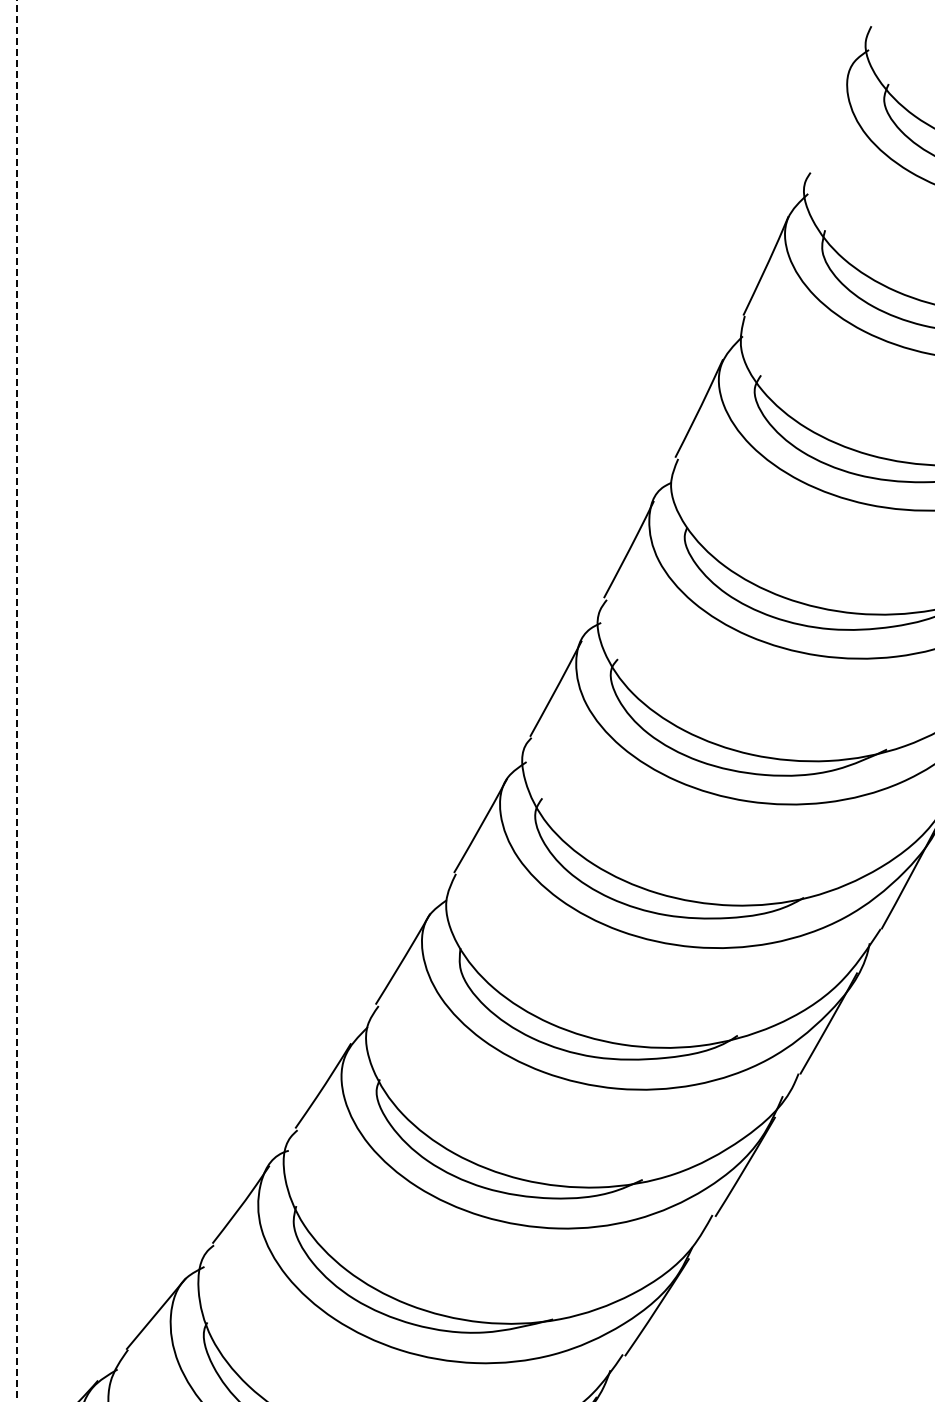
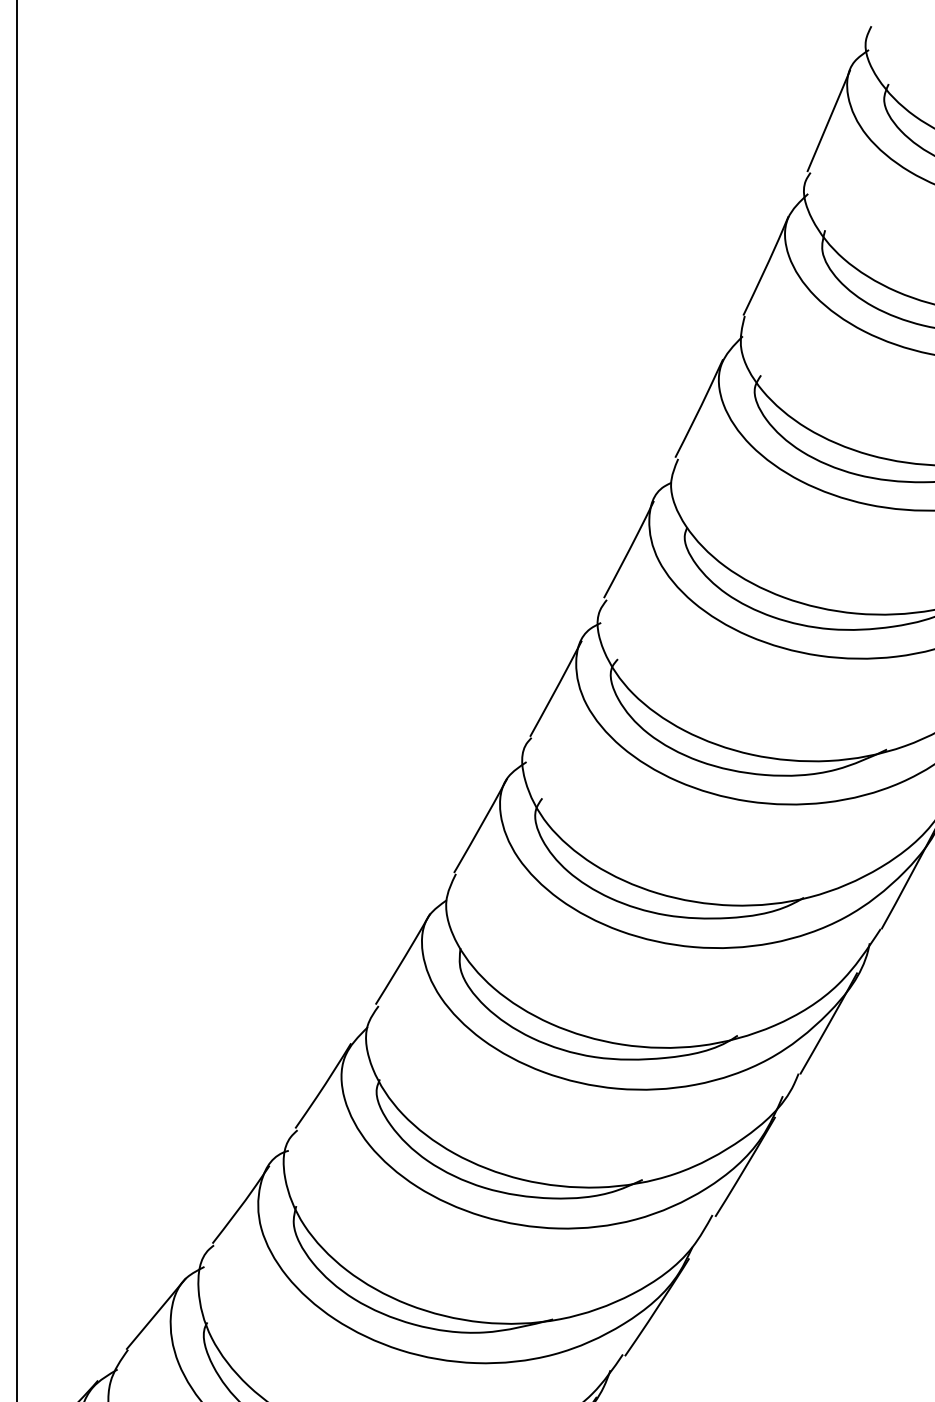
line at (828, 120): none -> present
line at (16, 701): dashed -> solid
